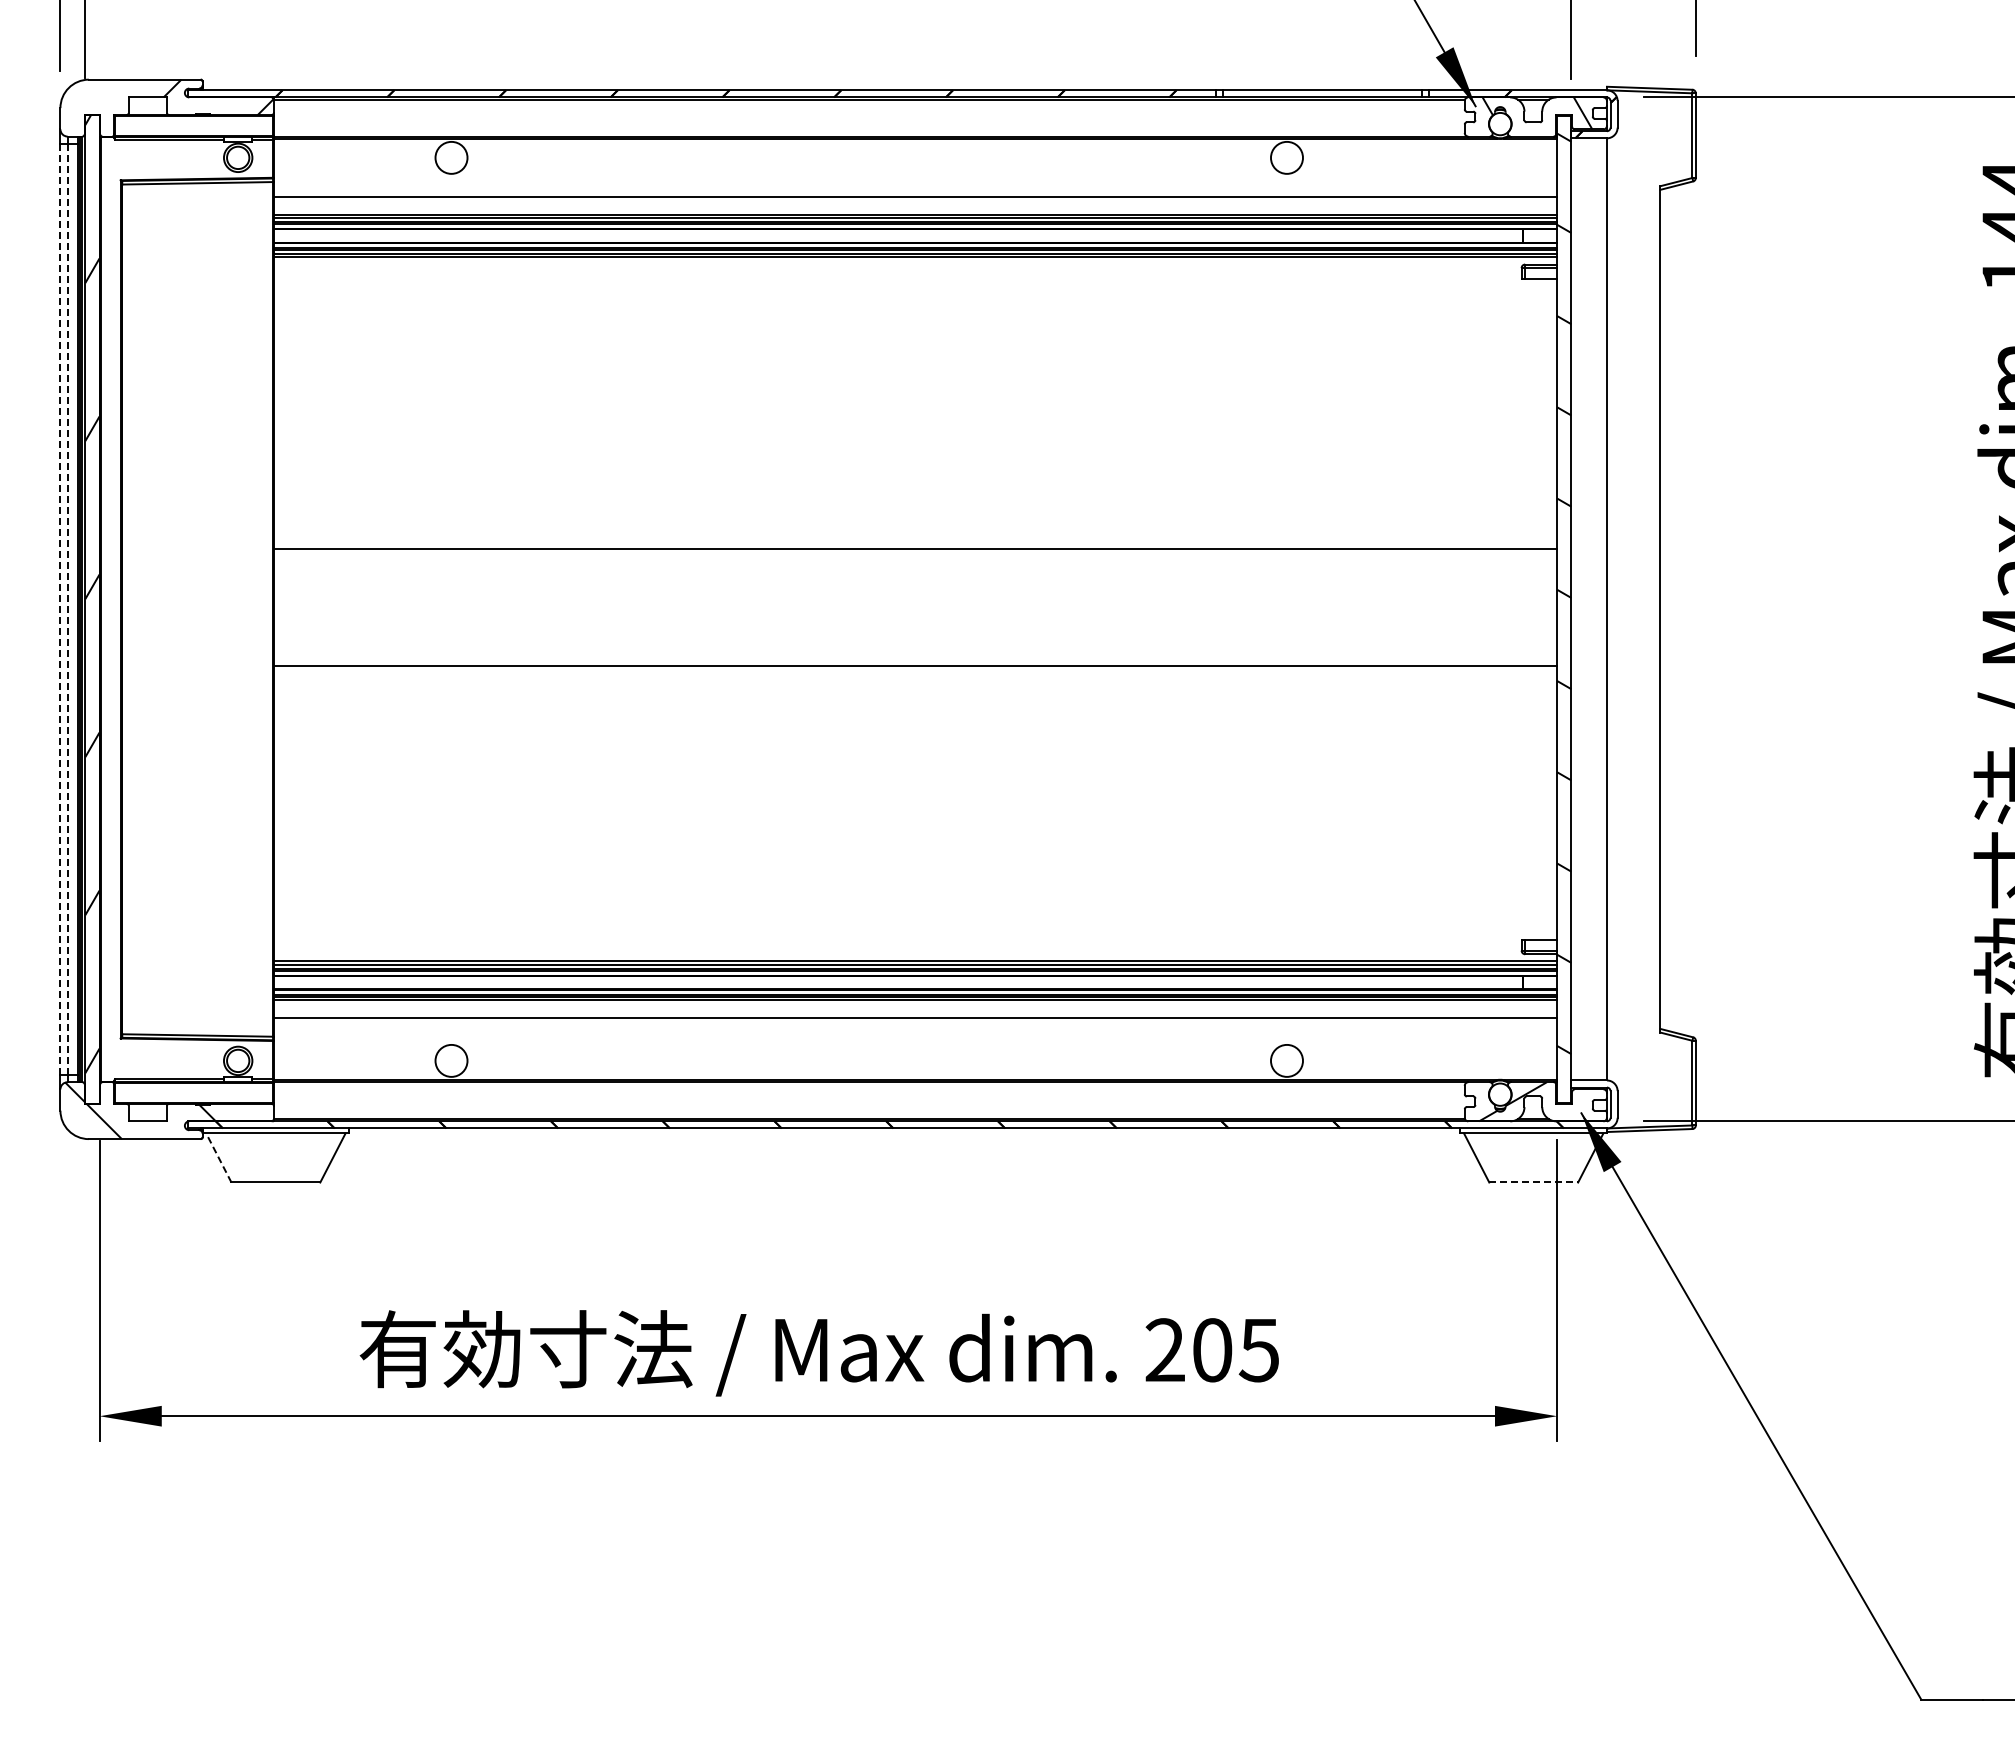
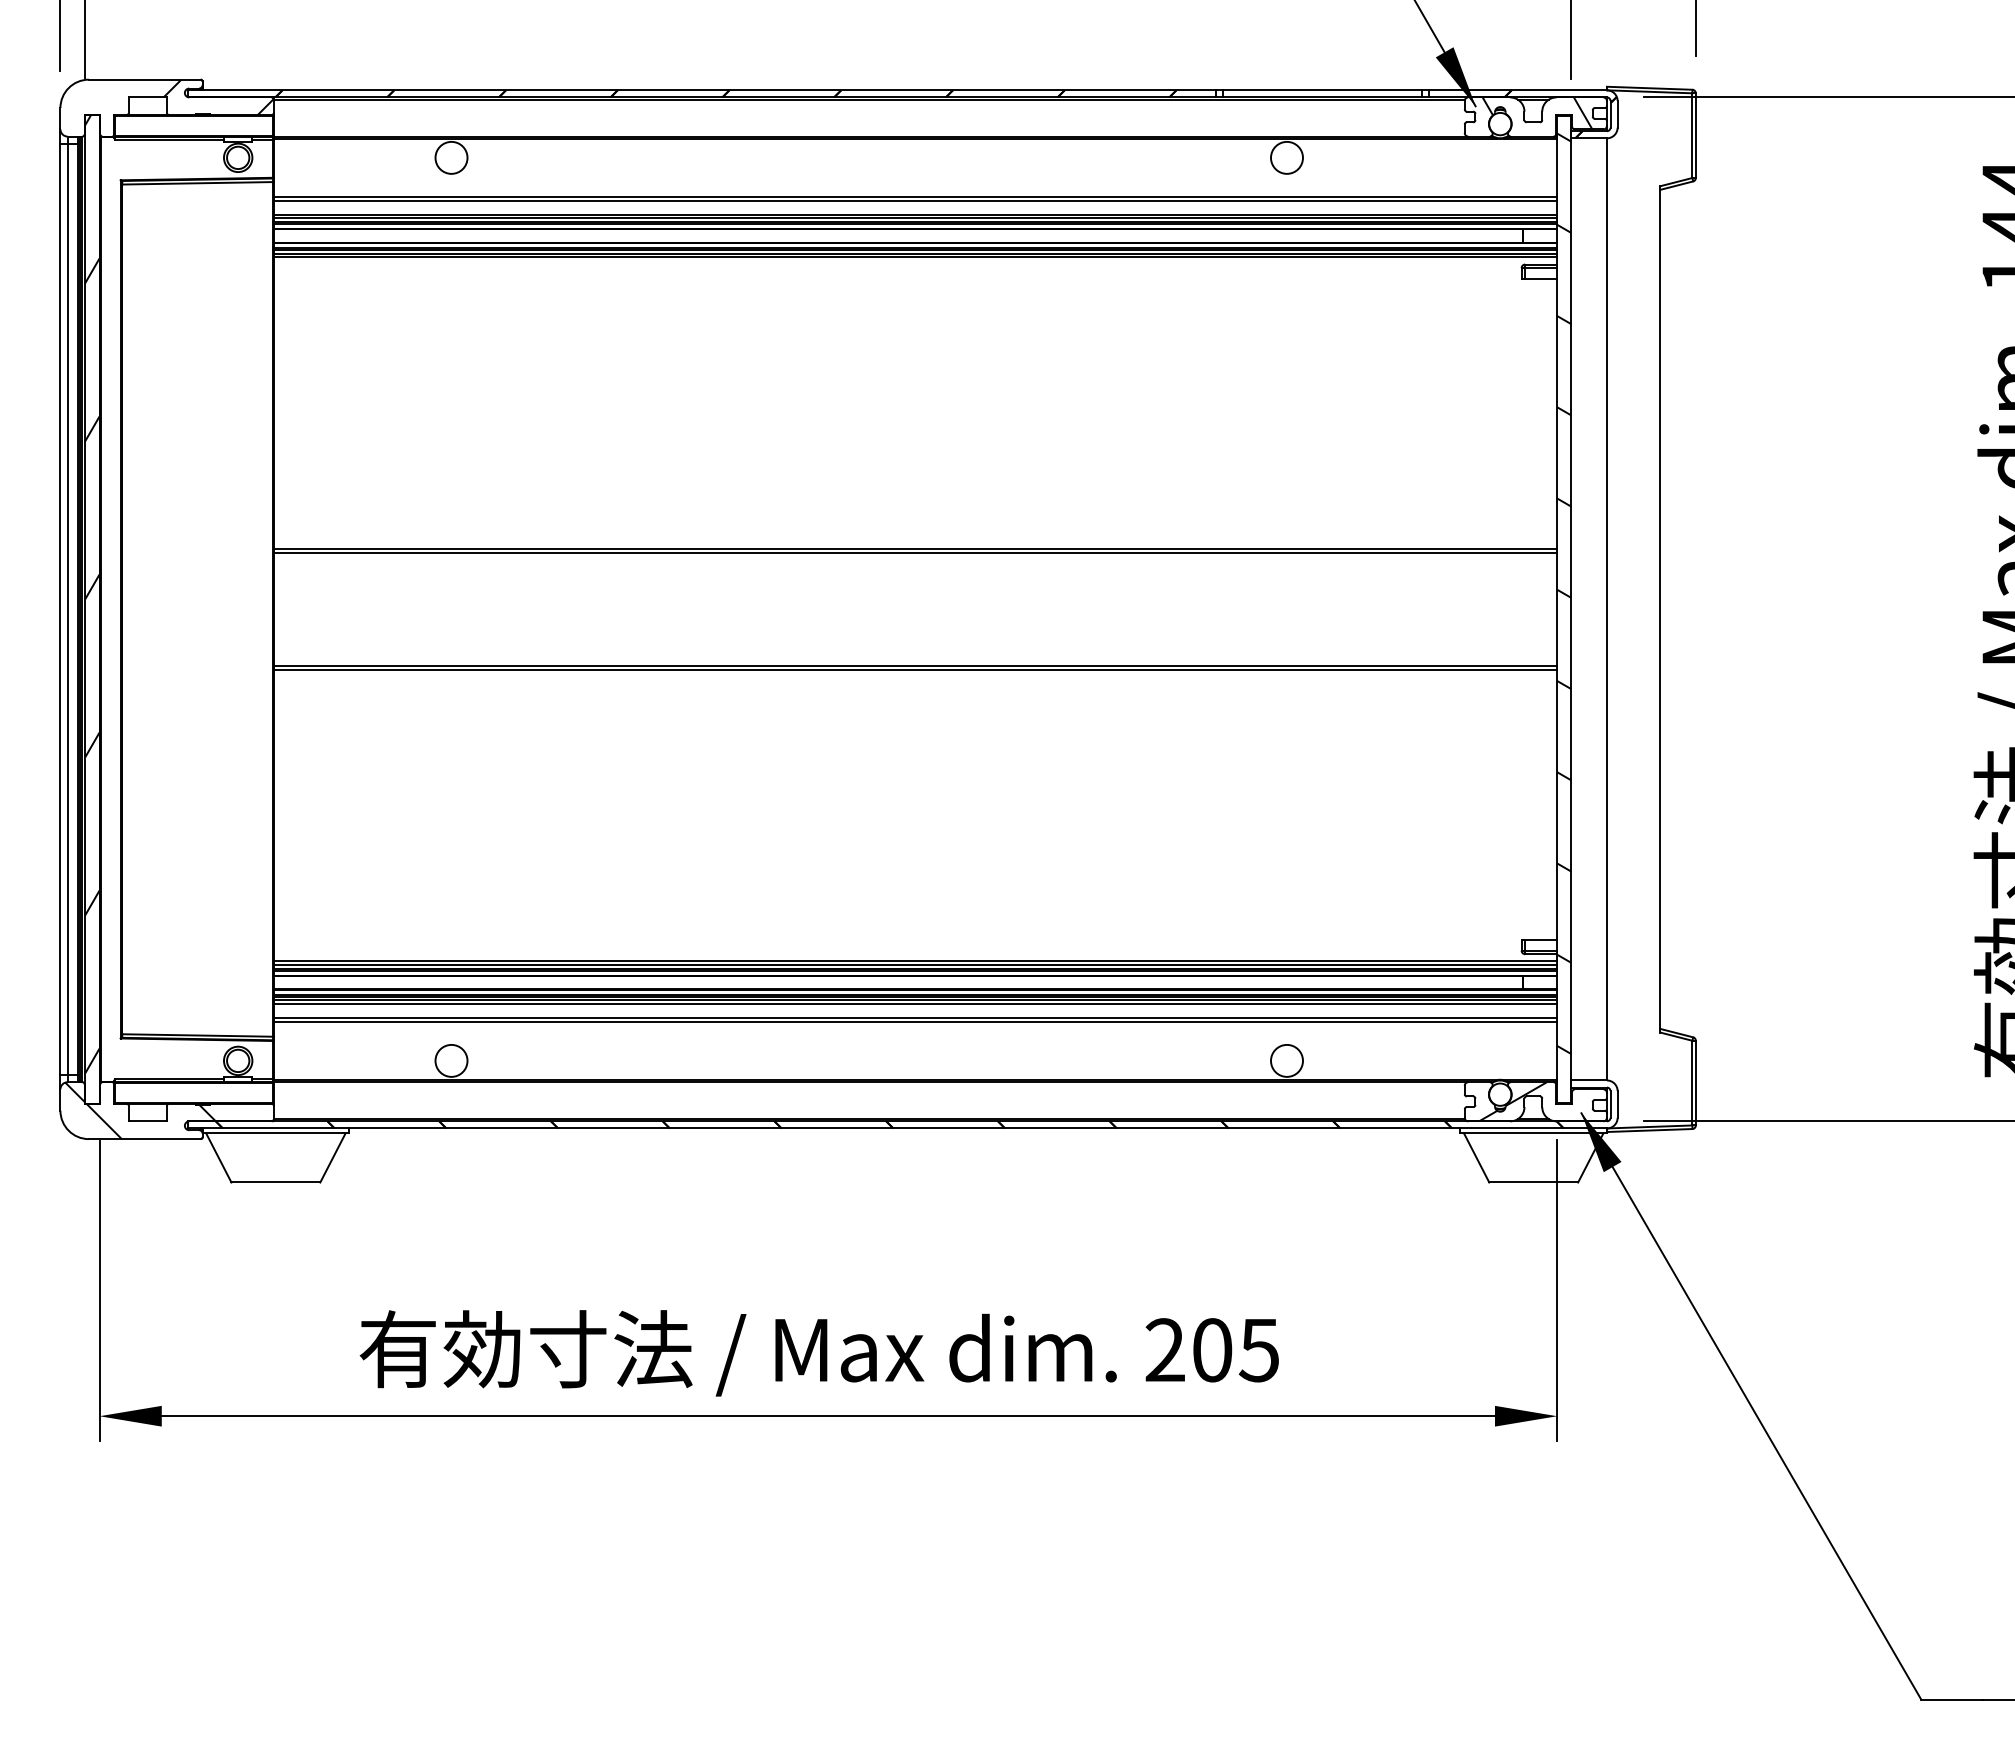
line at (915, 200): none -> present
line at (915, 552): none -> present
line at (60, 609): dashed -> solid
line at (67, 609): dashed -> solid
line at (915, 669): none -> present
line at (915, 1004): none -> present
line at (915, 1021): none -> present
line at (218, 1157): dashed -> solid
line at (1534, 1182): dashed -> solid
